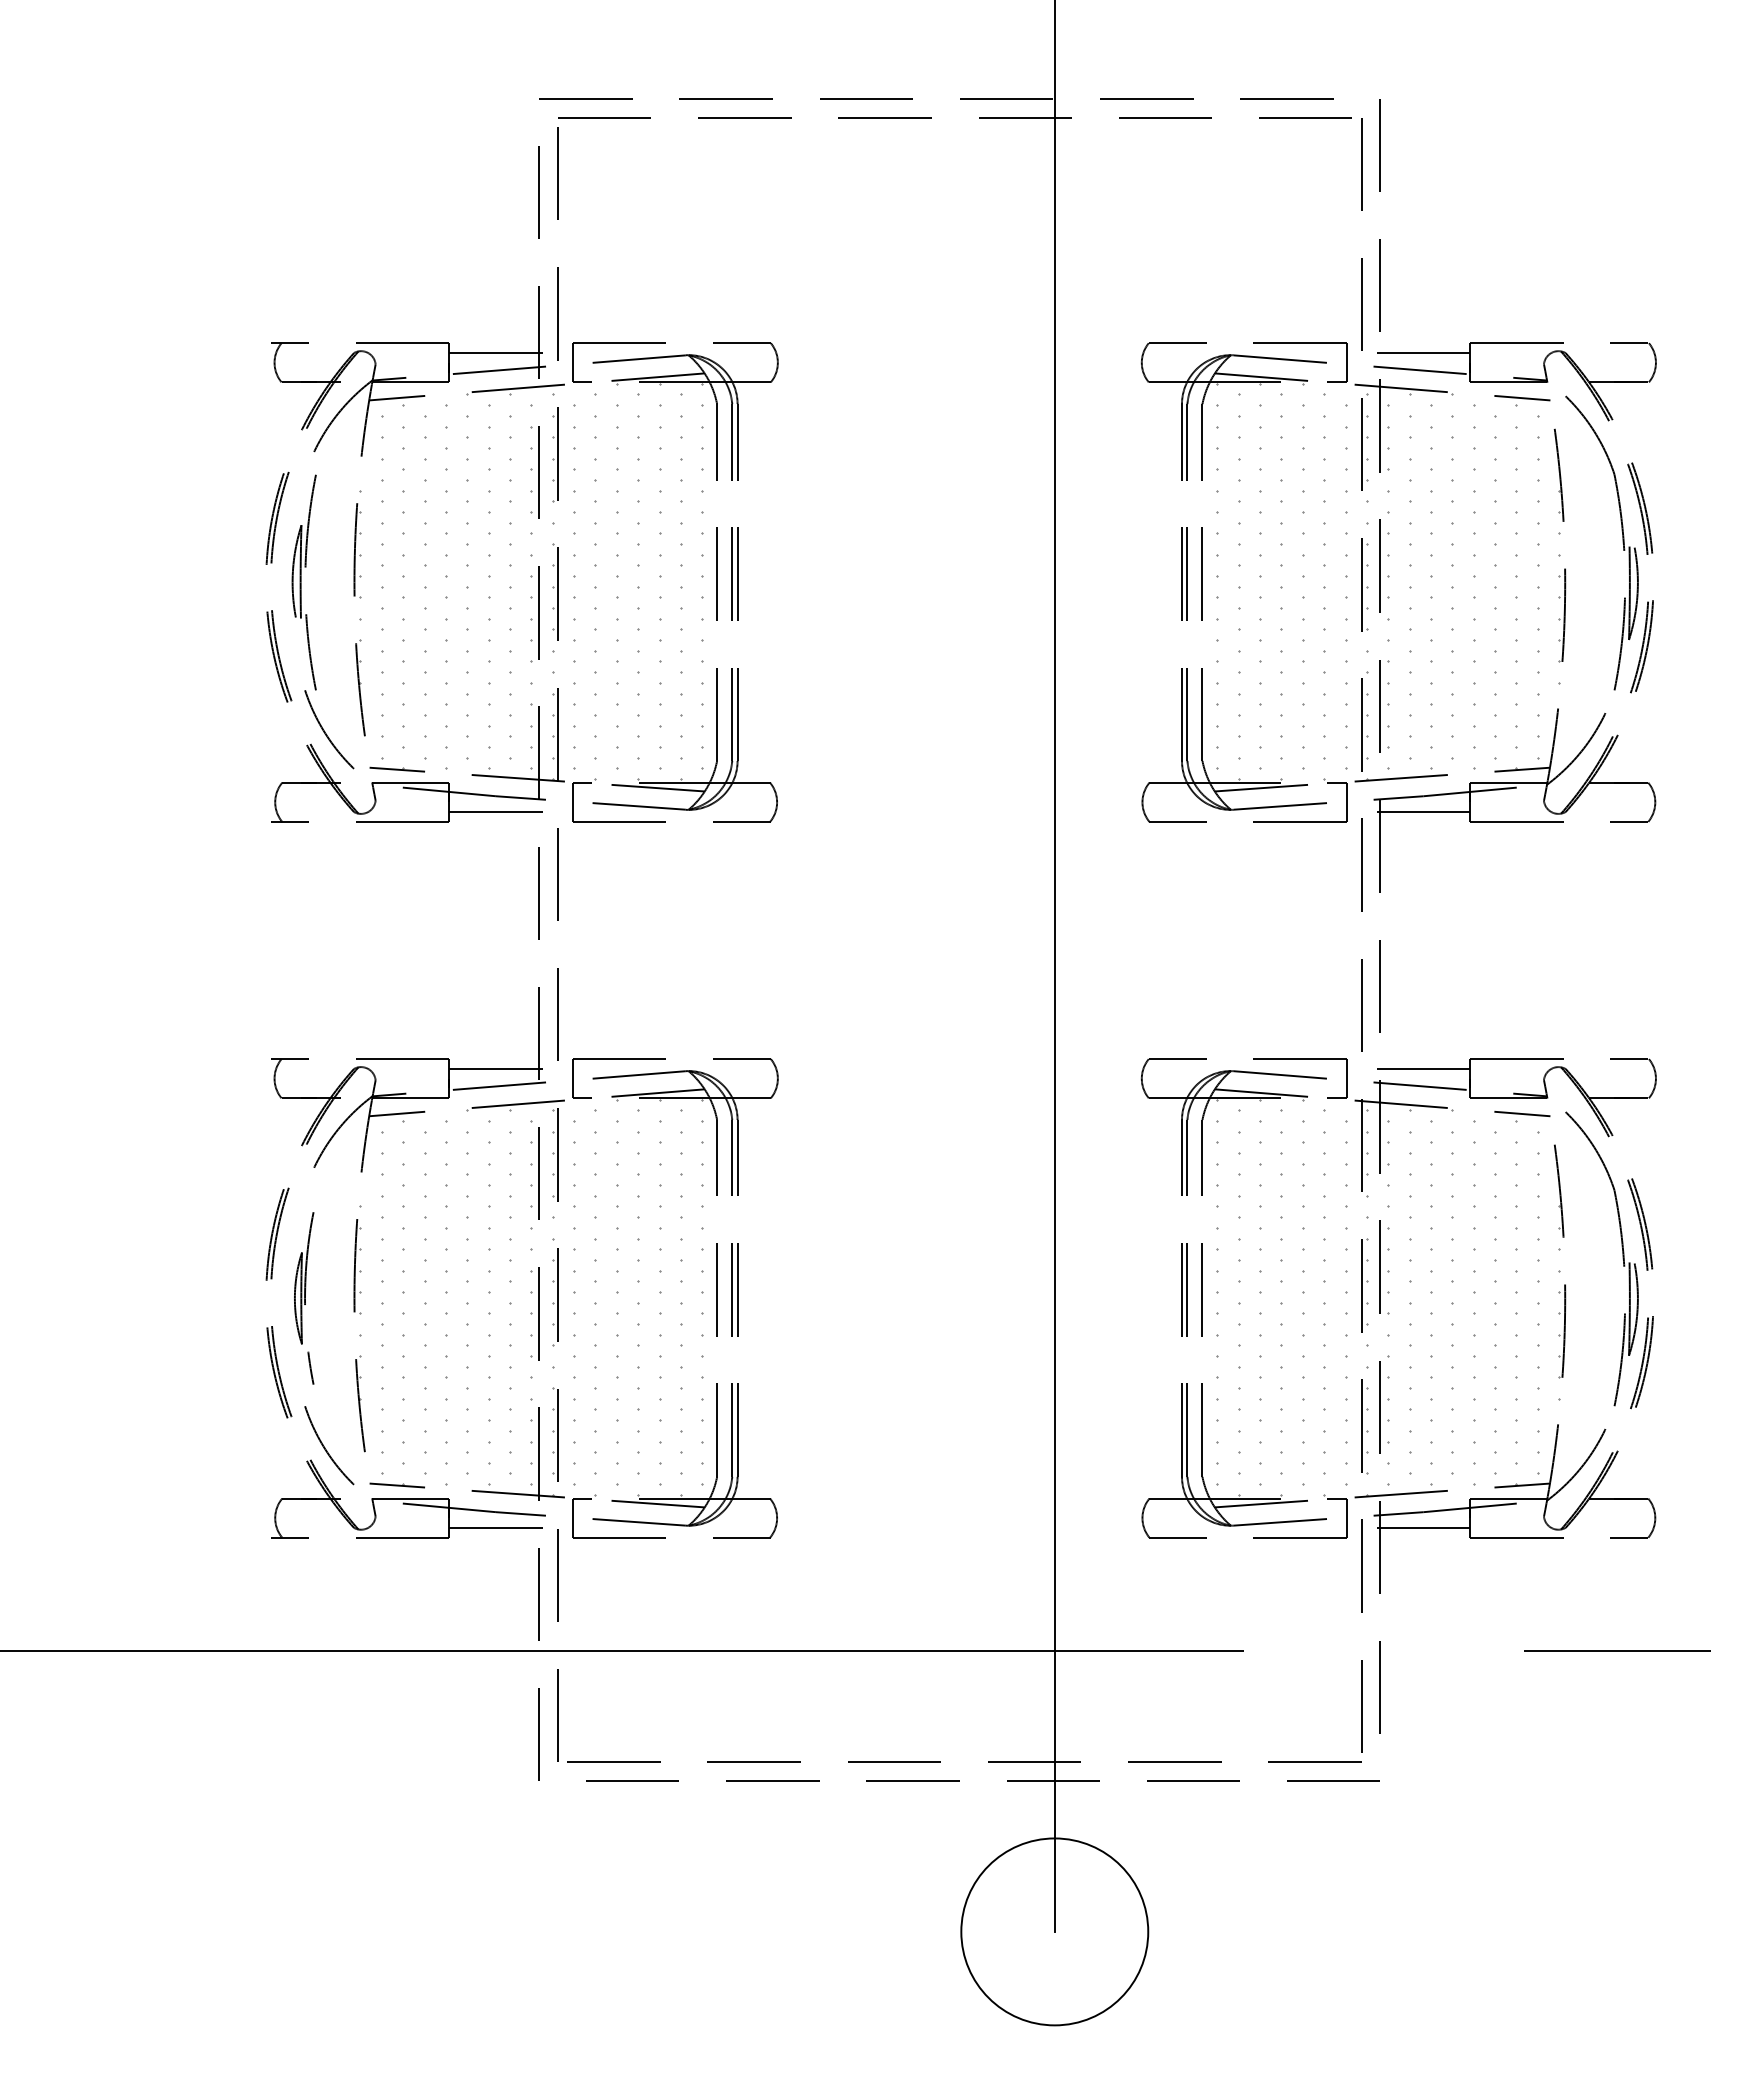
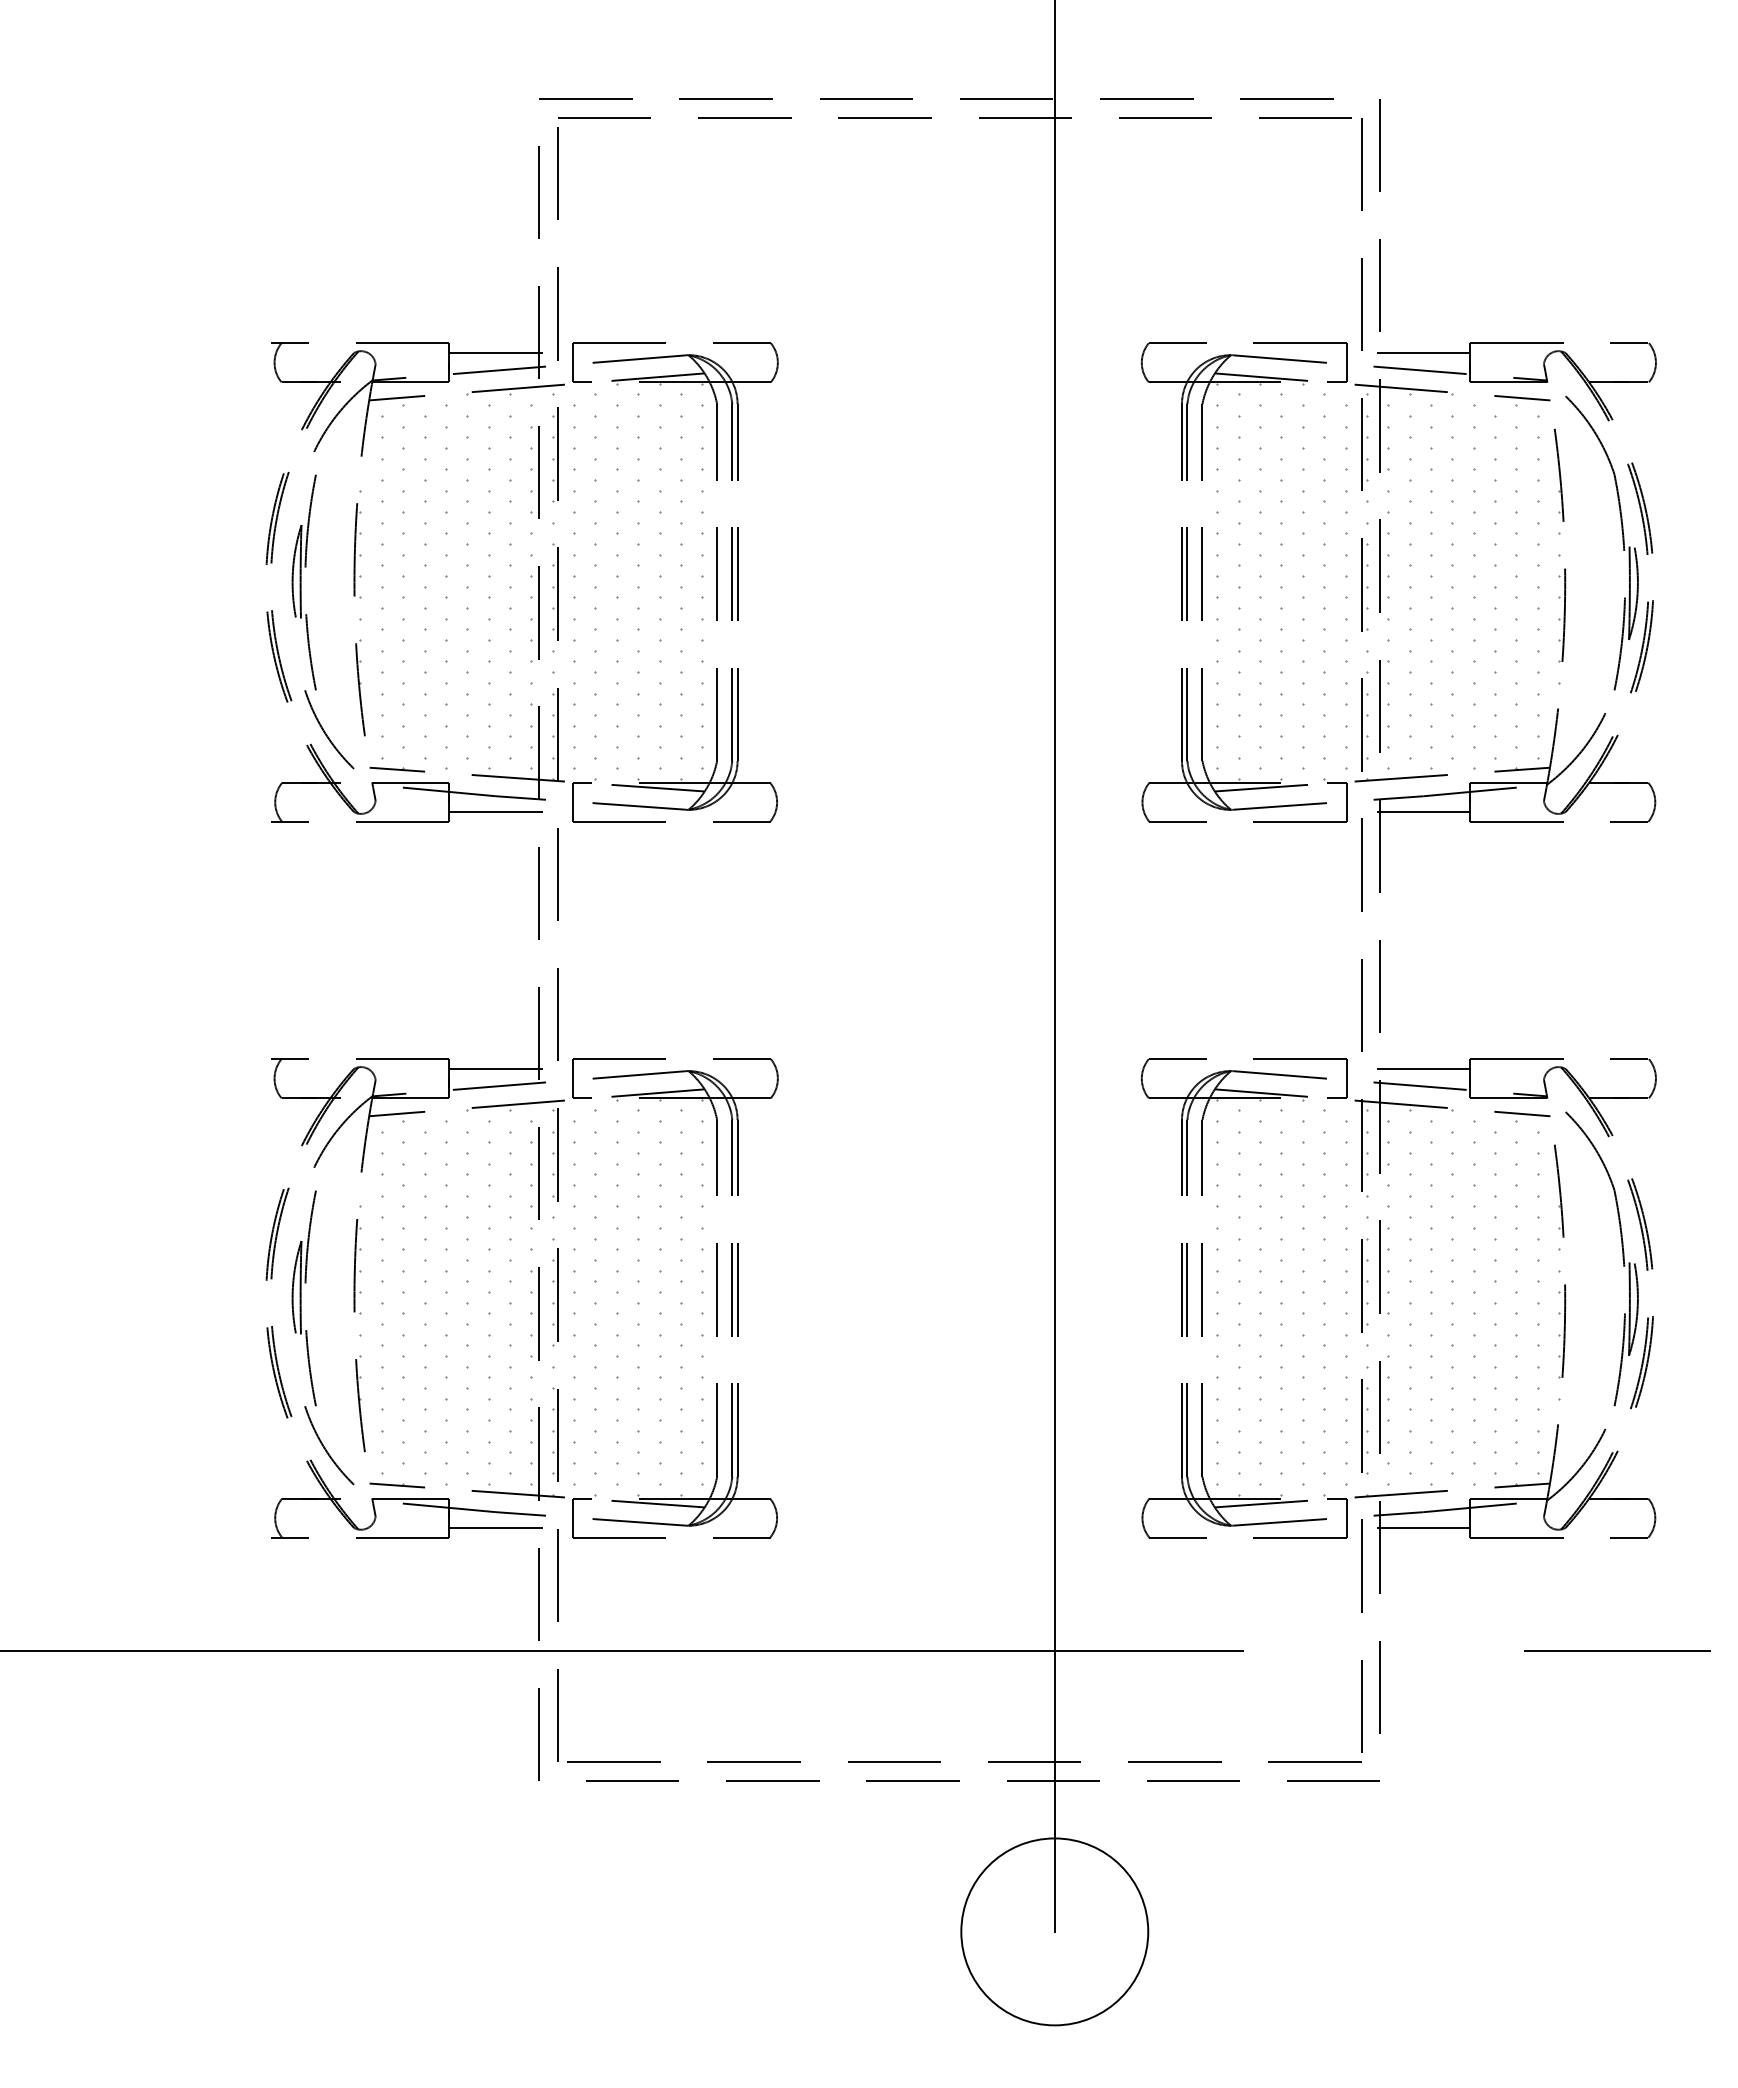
part at (304, 1298) size: 21x173 px -> 26x217 px
